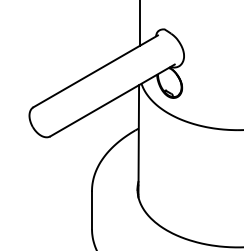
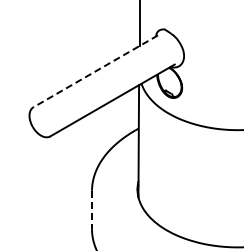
line at (95, 71): solid -> dashed
line at (91, 210): solid -> dashed
